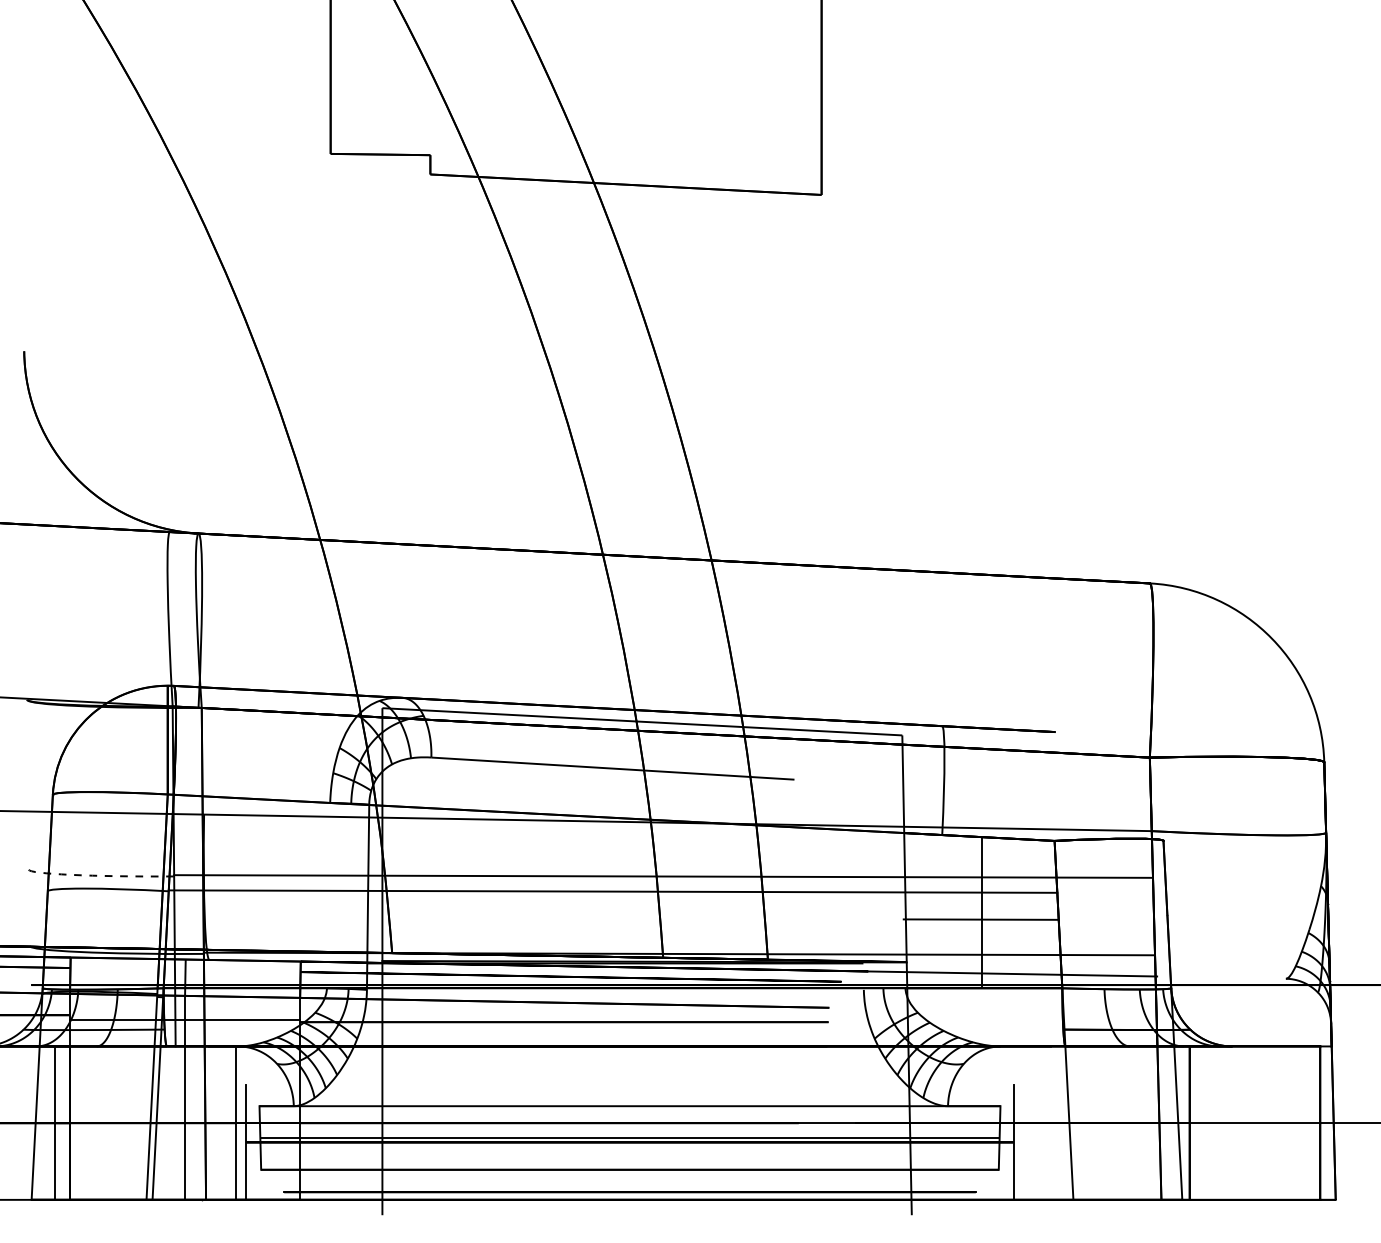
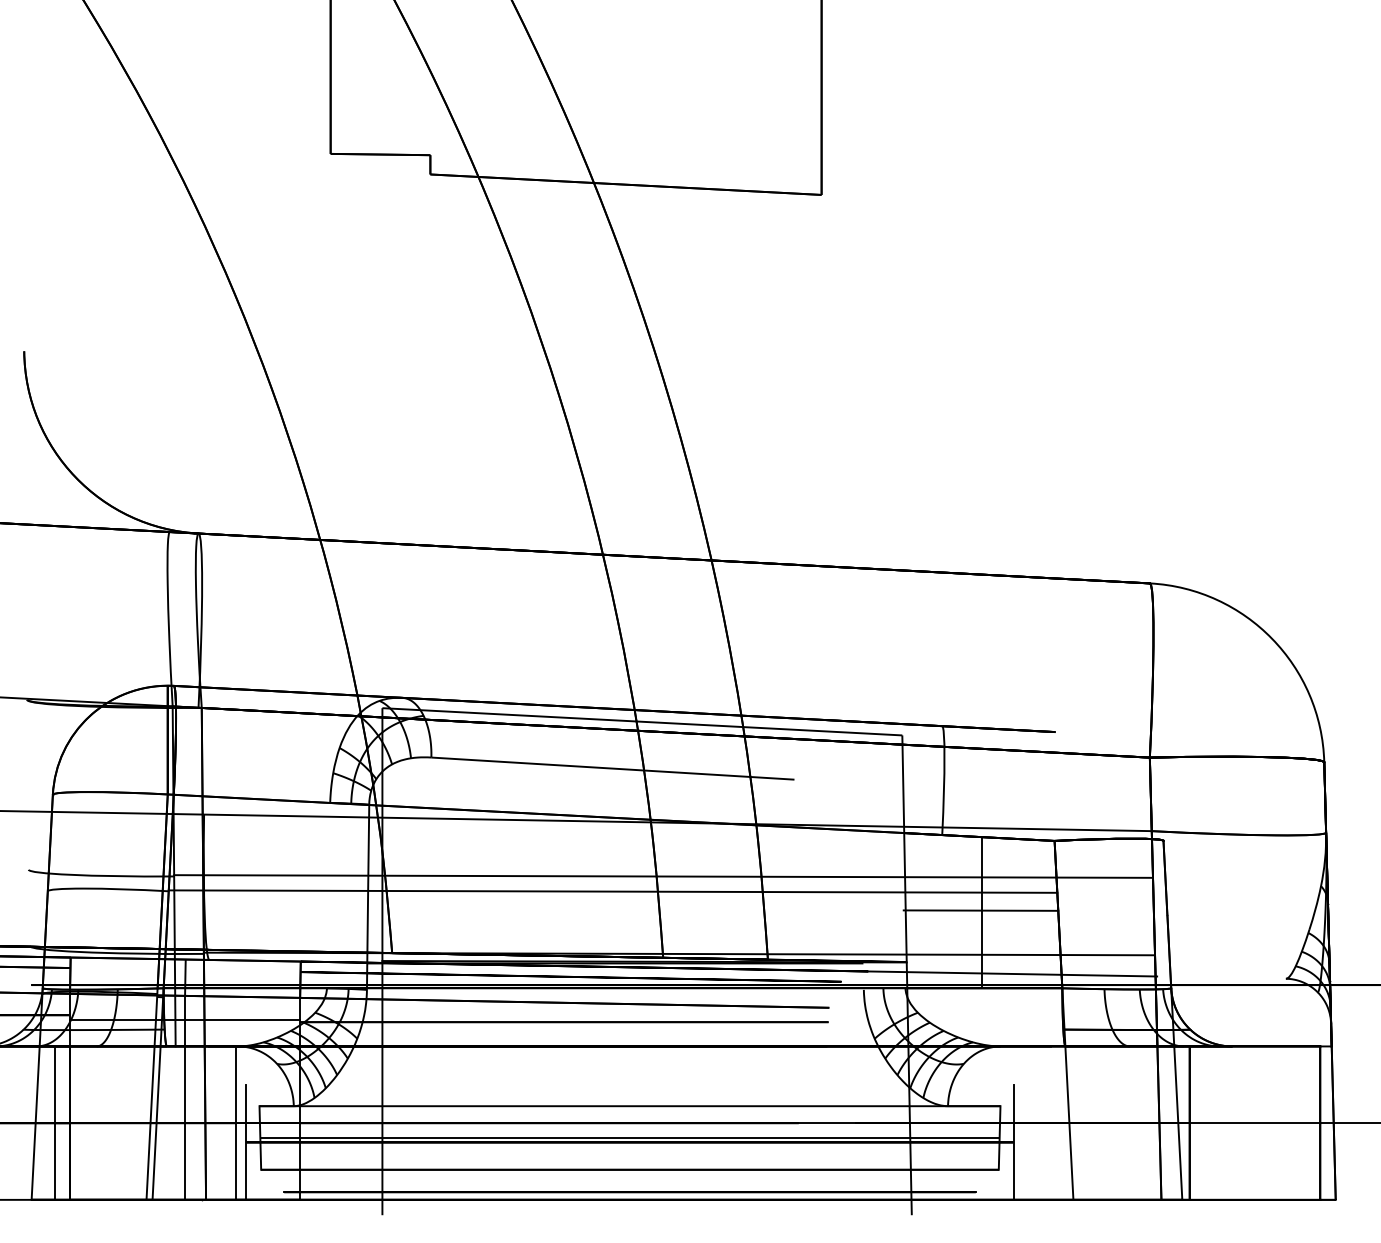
arc at (97, 875): dashed -> solid
line at (980, 919) position: (980, 919) -> (980, 910)
